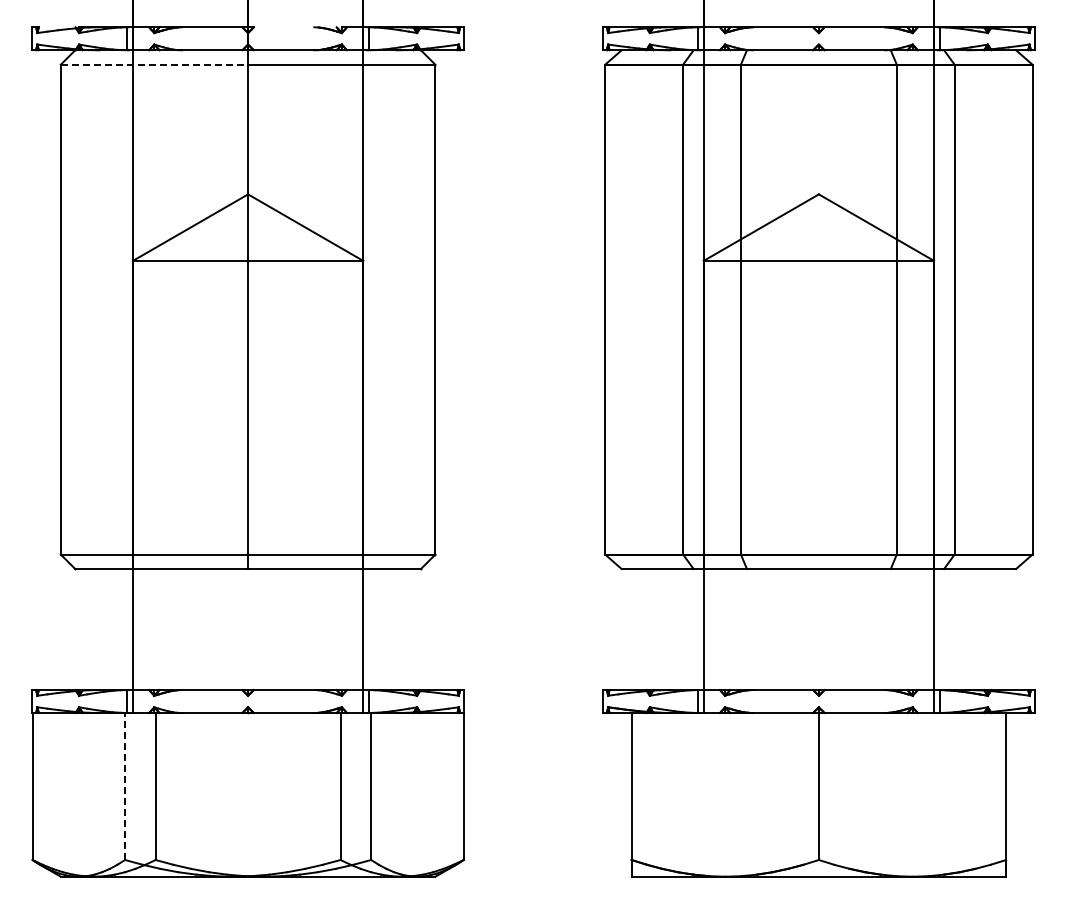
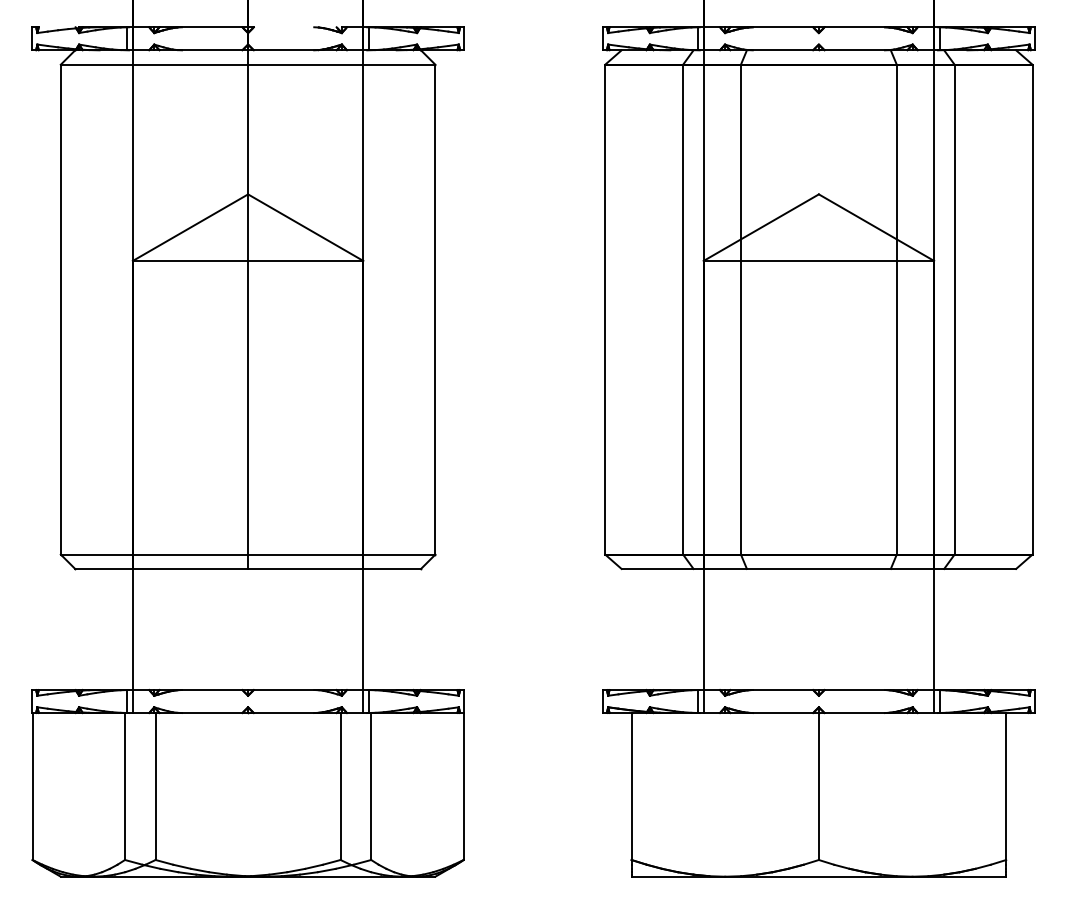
line at (154, 64): dashed -> solid
line at (125, 786): dashed -> solid
